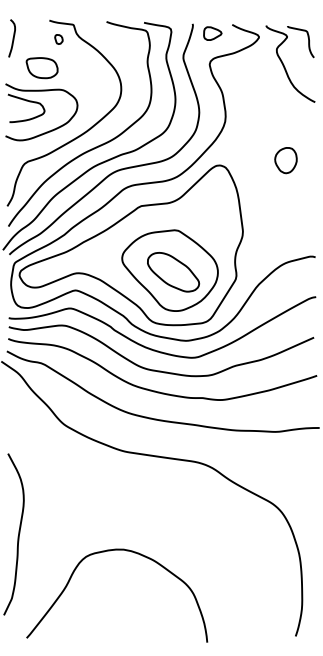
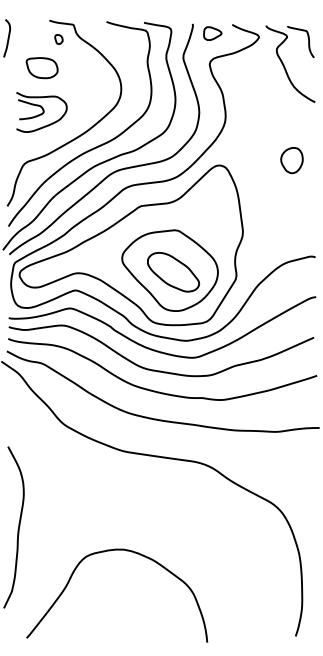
curve at (12, 38) position: (12, 38) -> (7, 38)
part at (41, 112) size: 74x59 px -> 52x41 px
part at (285, 160) position: (285, 160) -> (291, 160)
curve at (17, 536) position: (17, 536) -> (17, 529)
